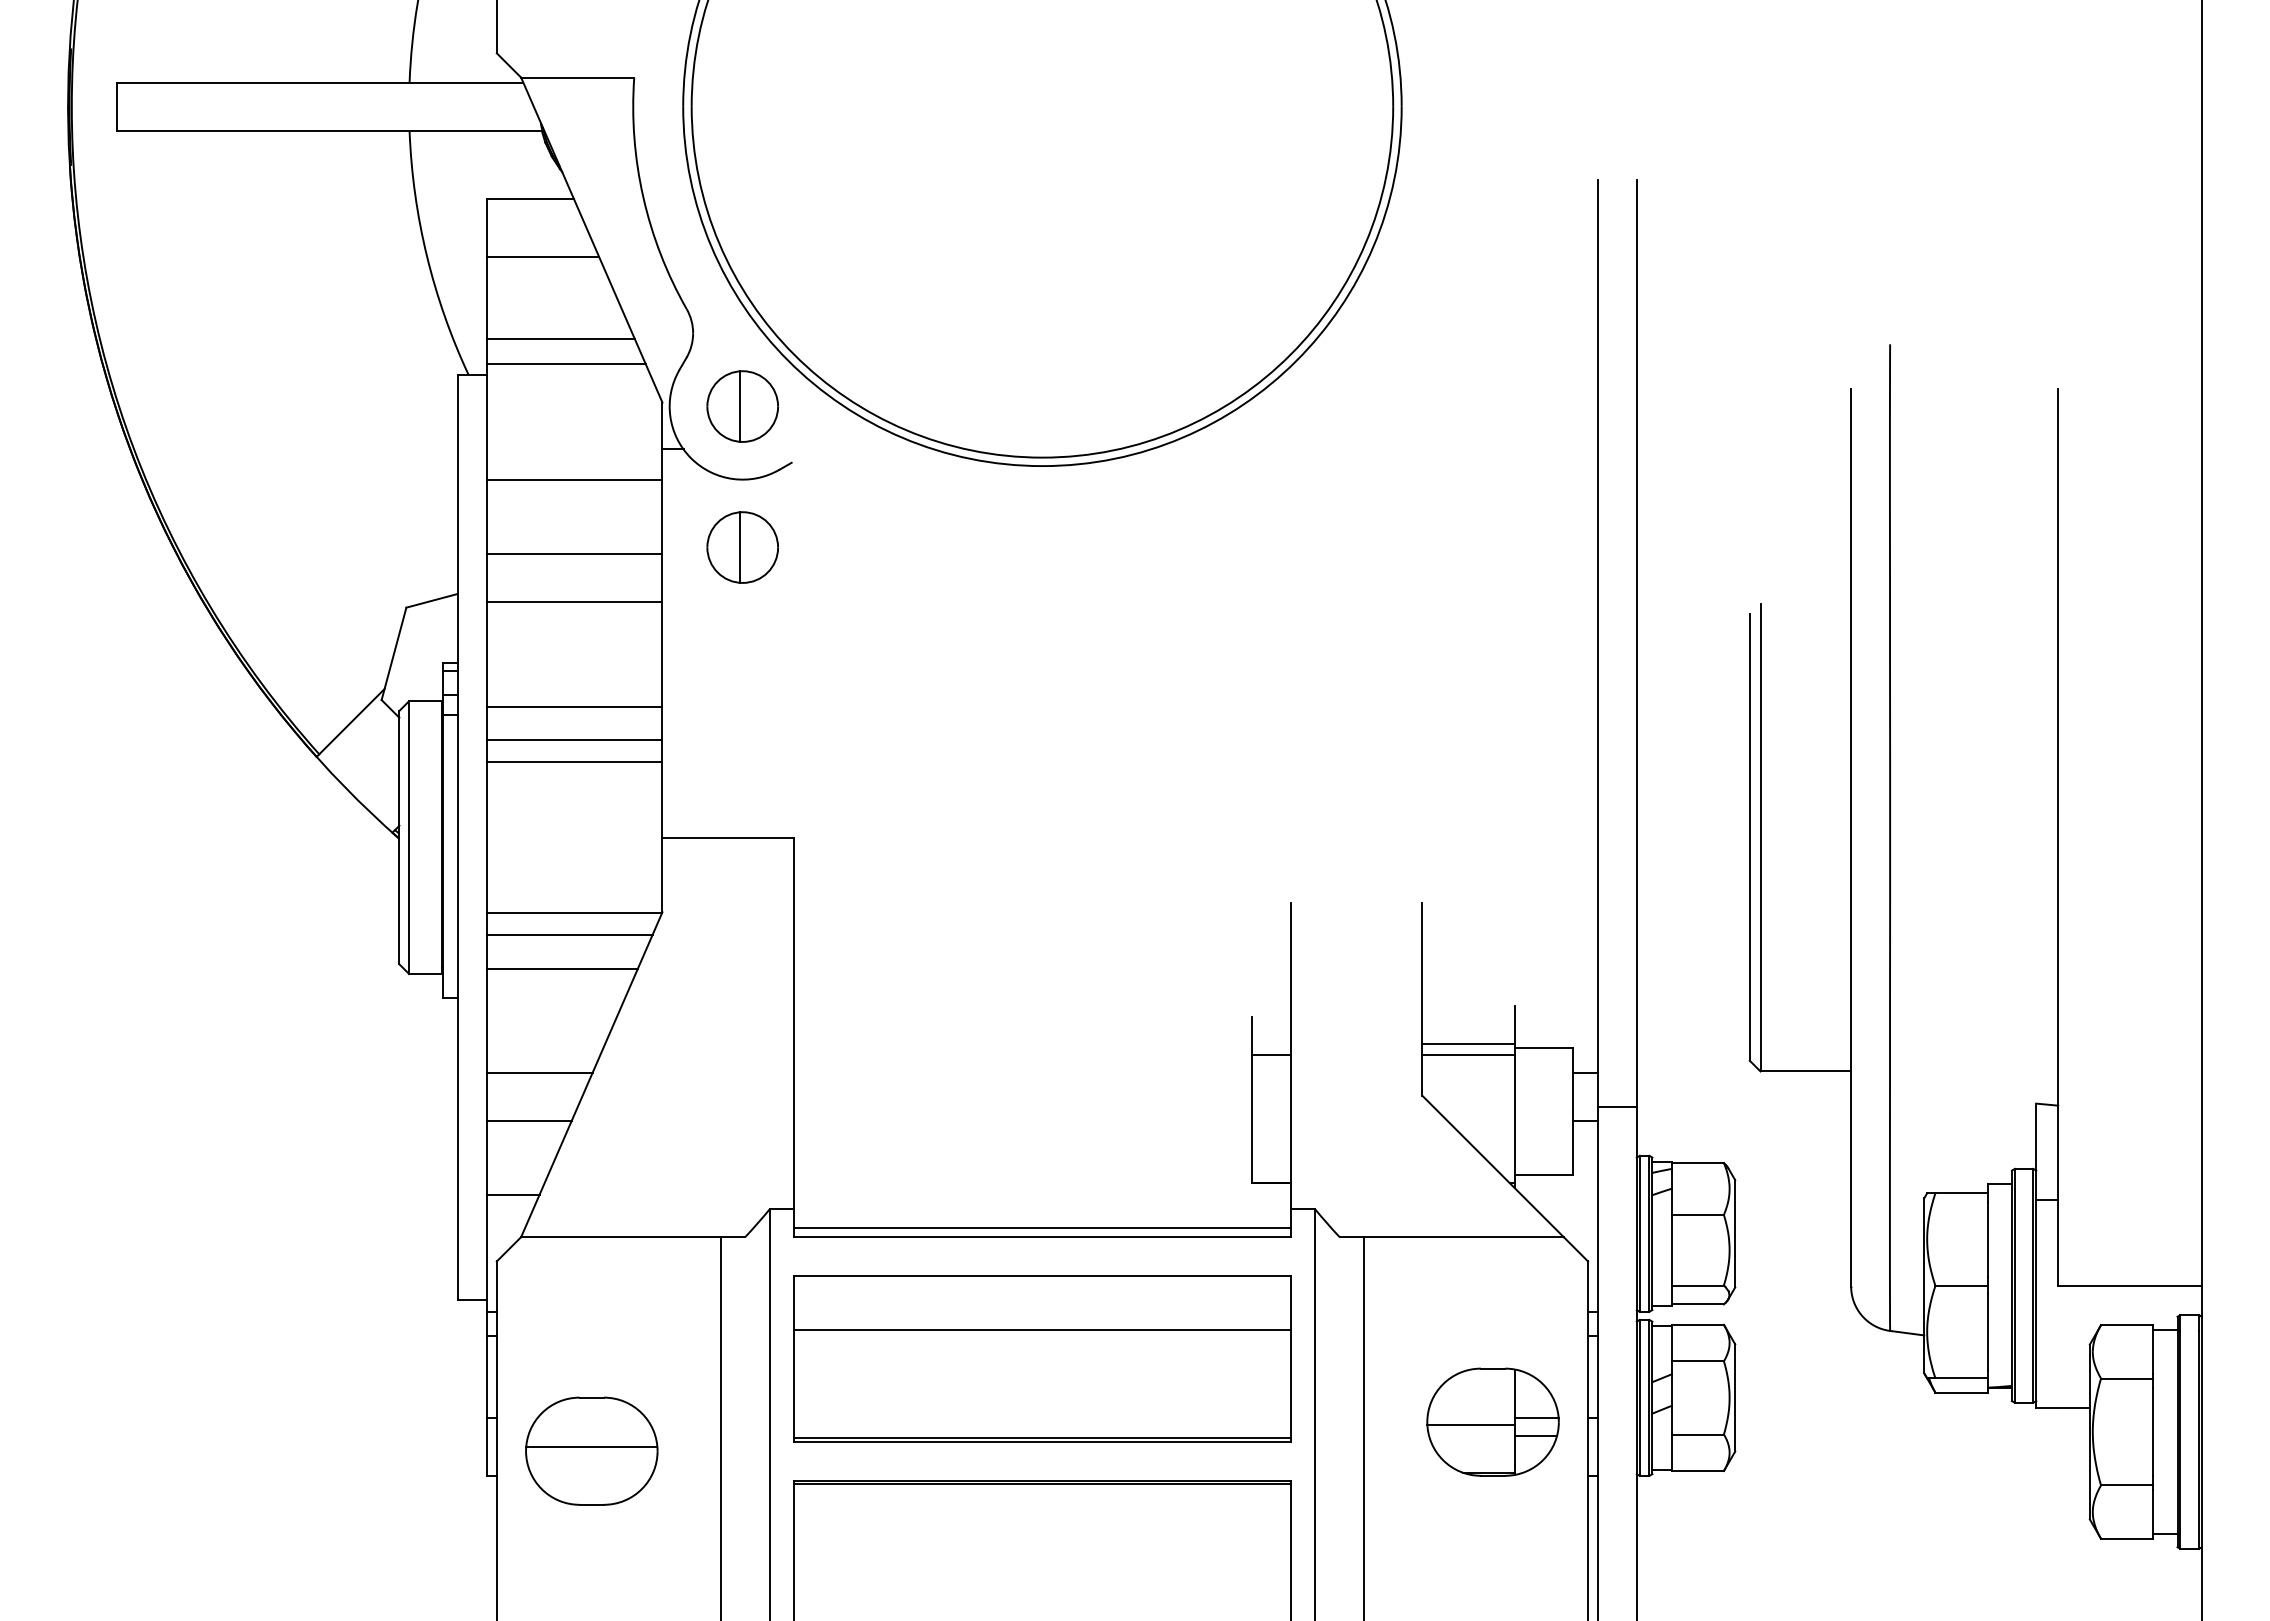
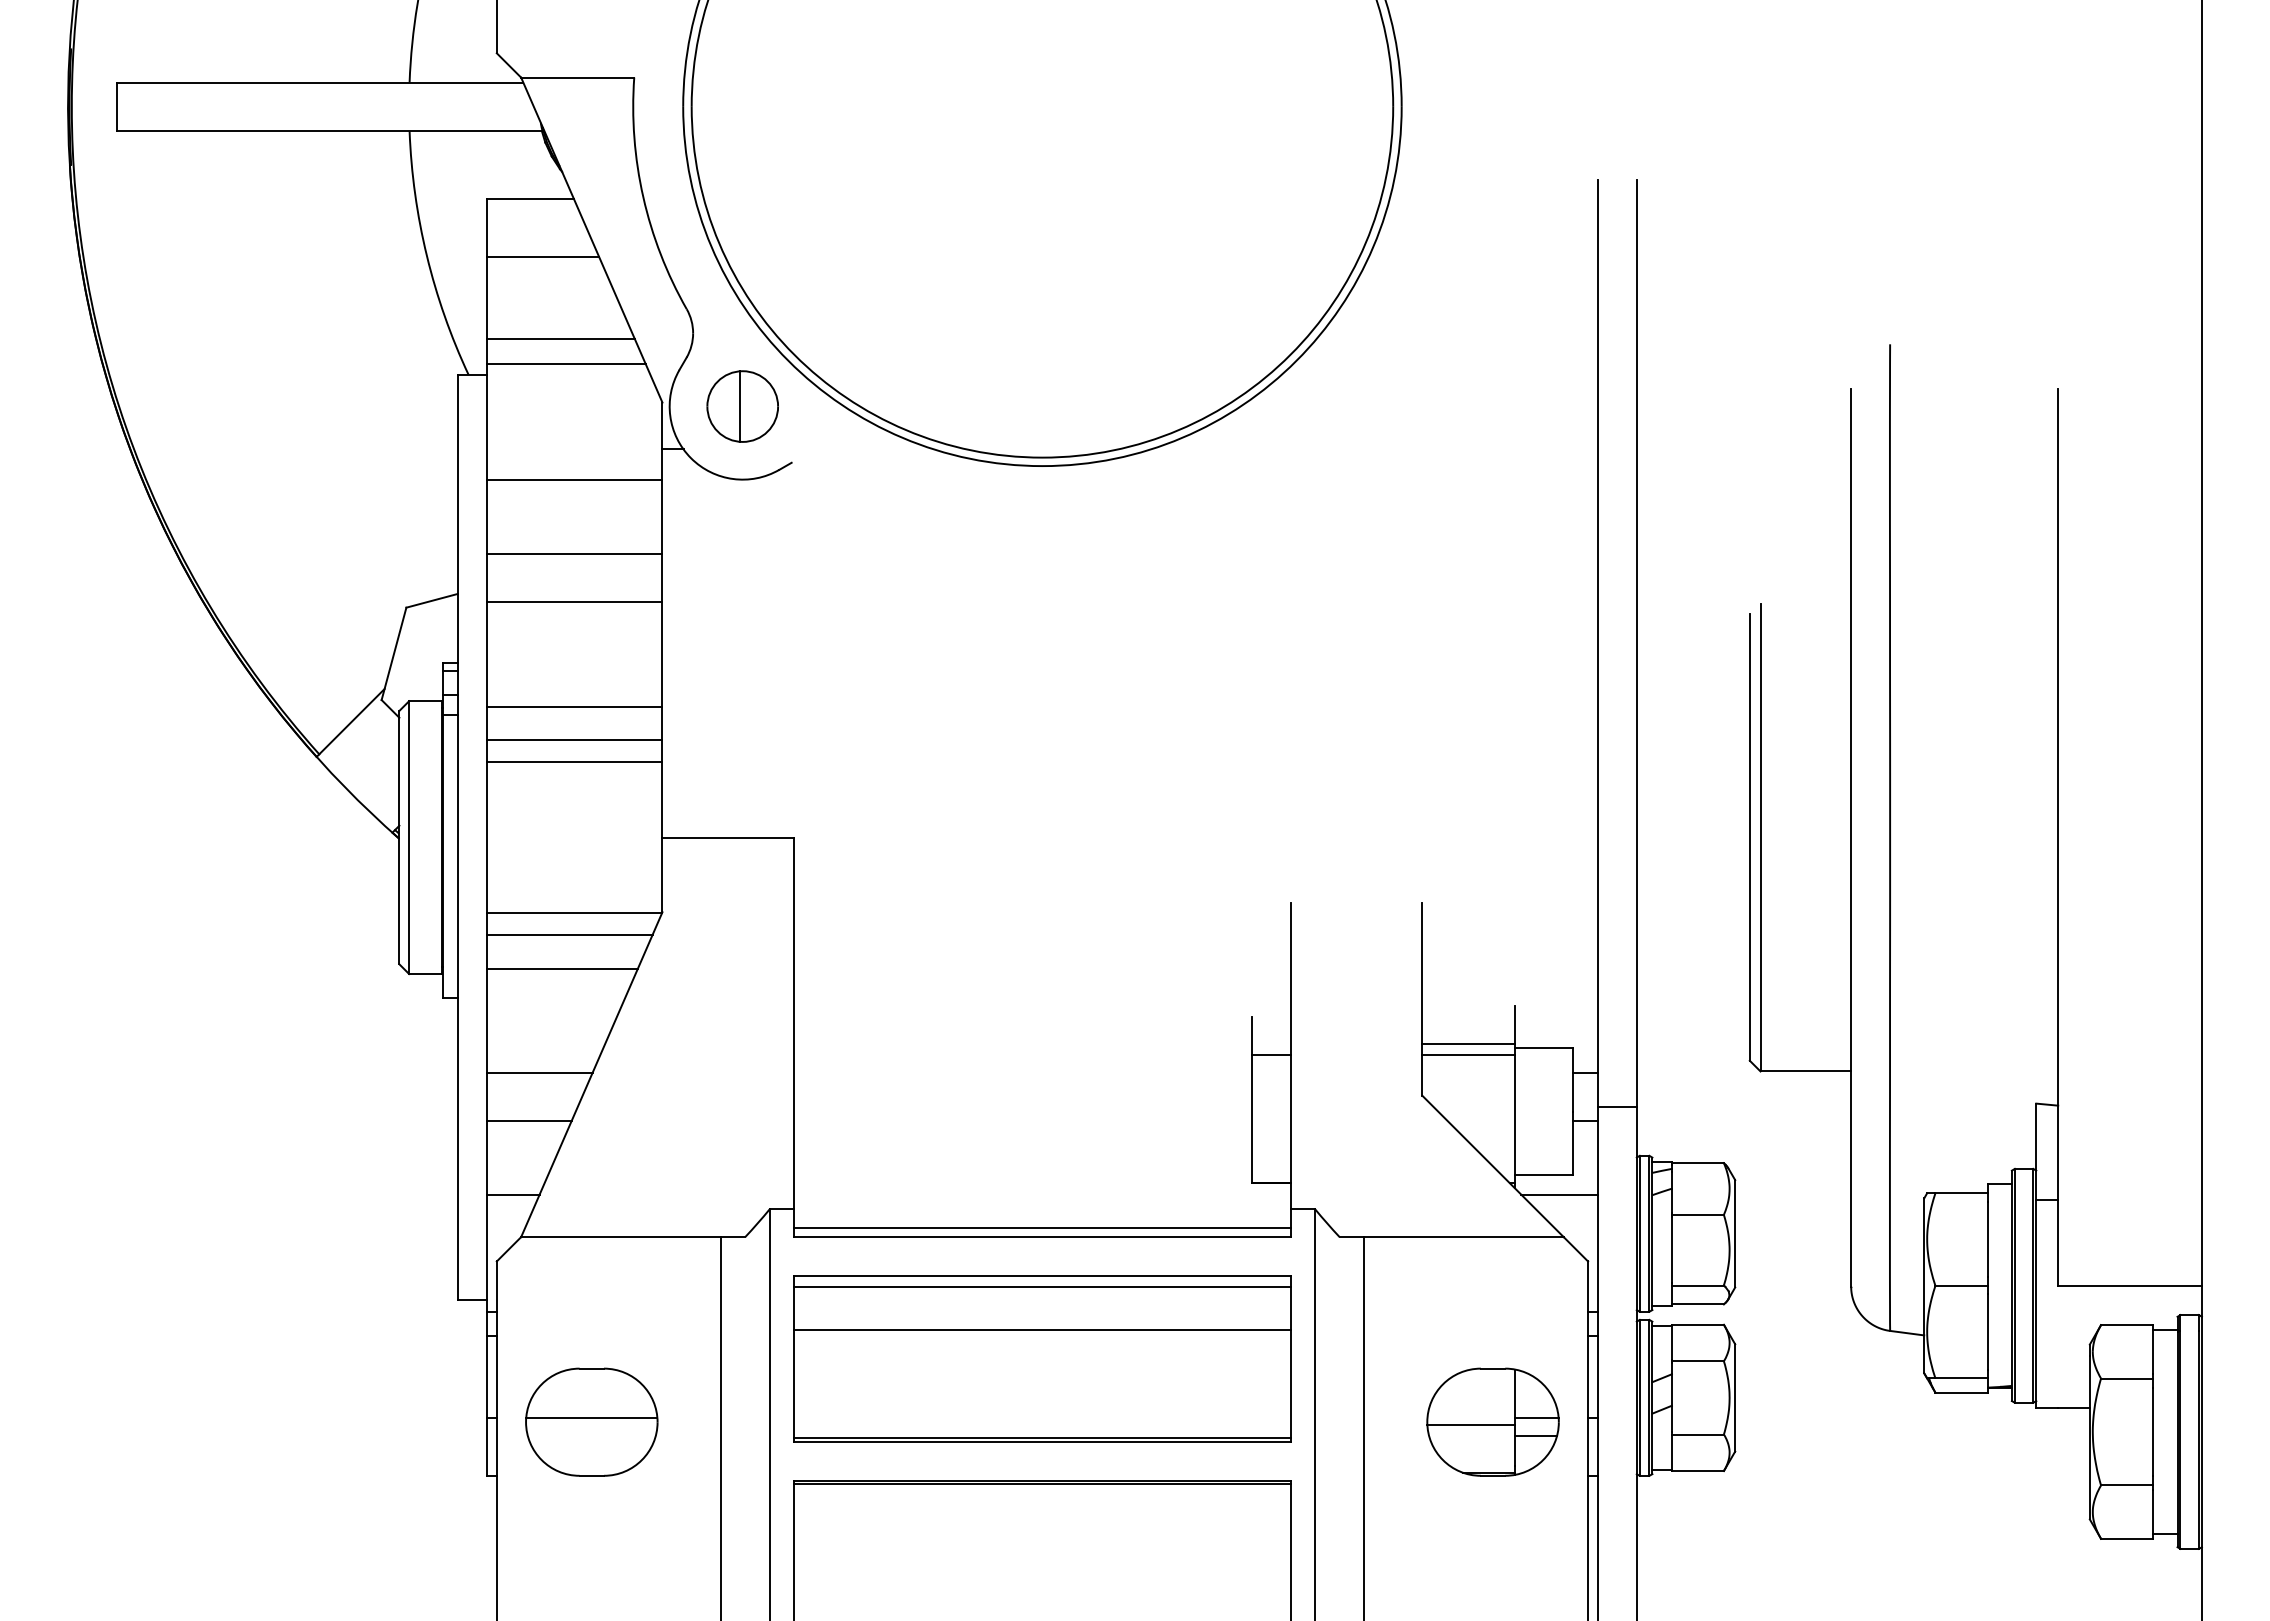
part at (742, 547): present -> none
line at (1559, 1194): none -> present
line at (1041, 1286): none -> present
part at (591, 1450) position: (591, 1450) -> (591, 1421)
